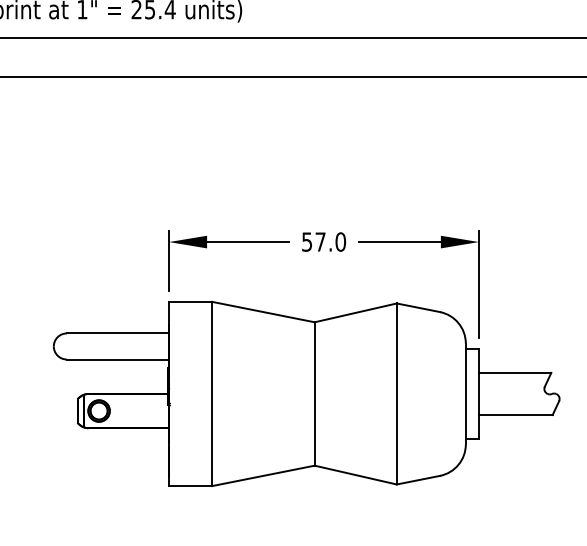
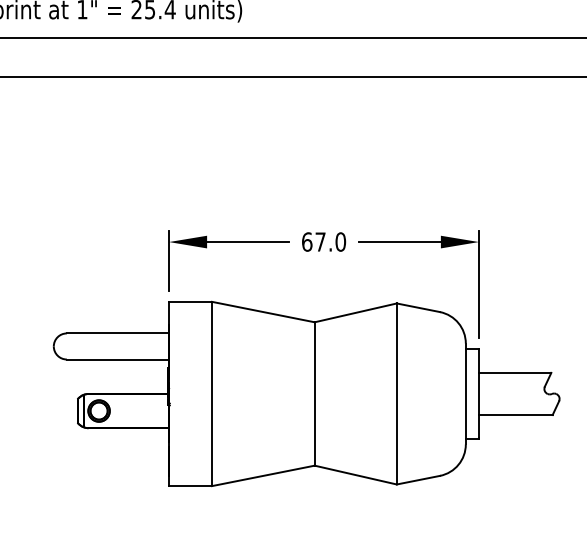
text at (307, 241): 57.0 -> 67.0
